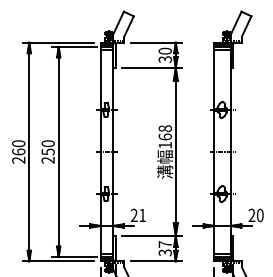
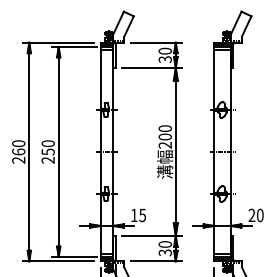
text at (164, 136): 168 -> 200
text at (137, 215): 21 -> 15
text at (164, 244): 37 -> 30
